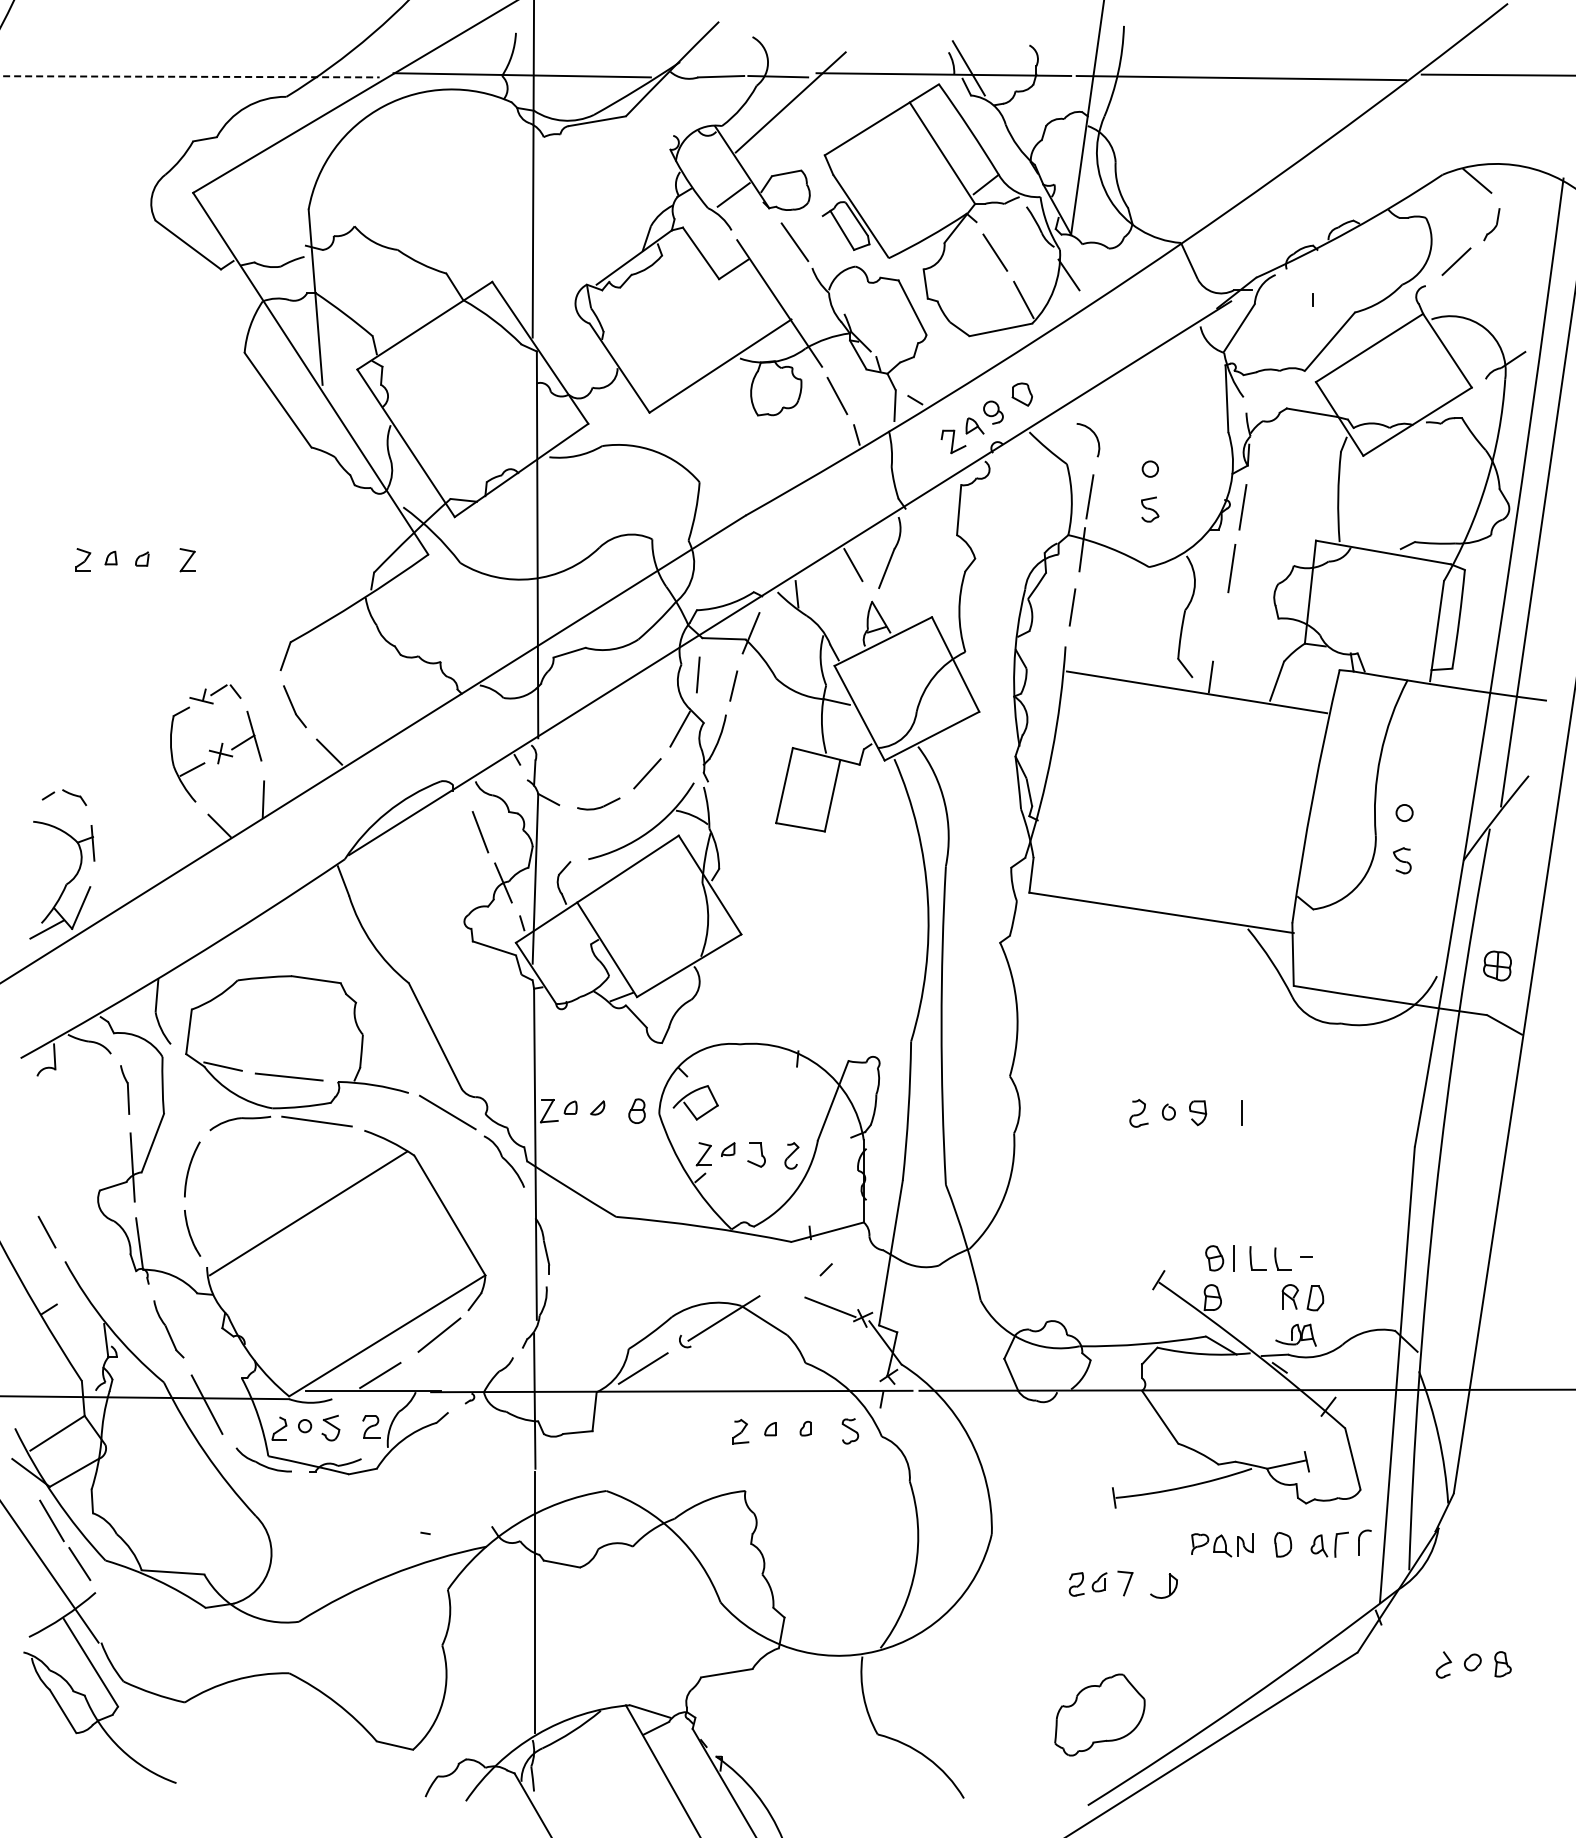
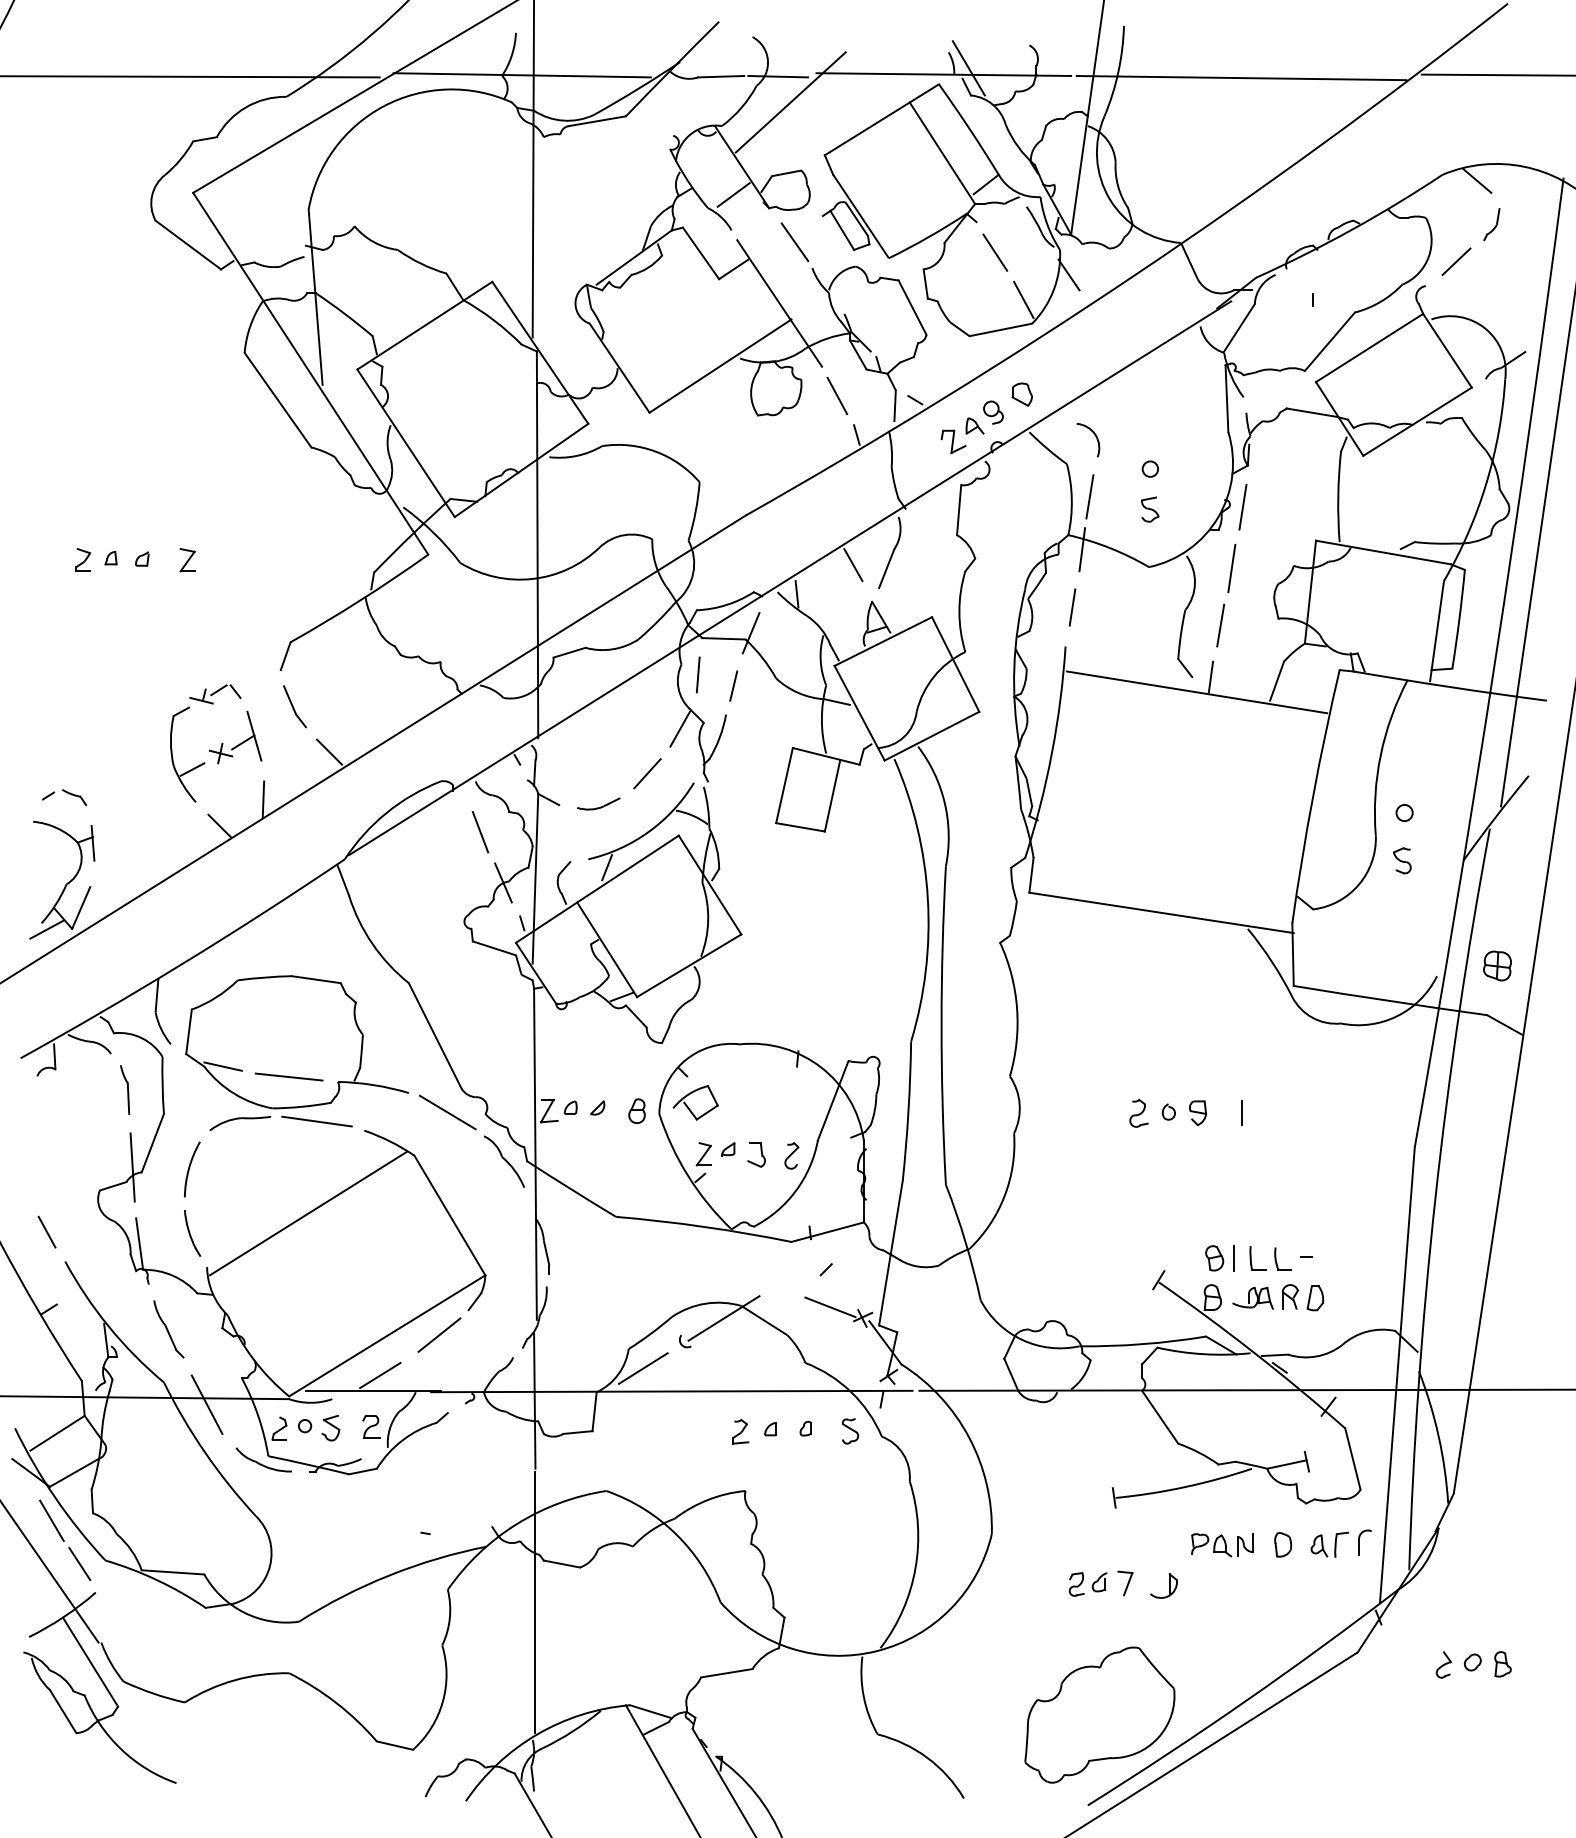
line at (190, 76): dashed -> solid
line at (1220, 625): none -> present
line at (606, 867): none -> present
part at (1295, 1334) position: (1295, 1334) -> (1252, 1297)
part at (1099, 1714) size: 92x84 px -> 152x138 px
